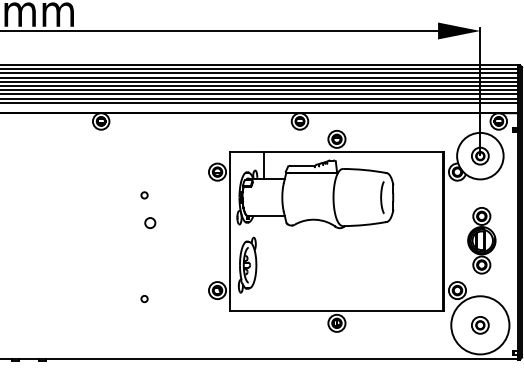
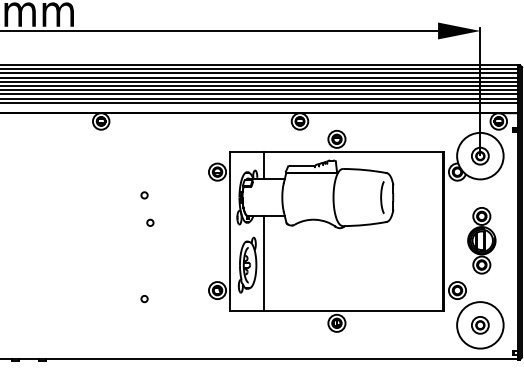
circle at (150, 222) size: 13x12 px -> 9x9 px
line at (263, 263): none -> present
circle at (480, 325) diameter: 58 px -> 47 px
